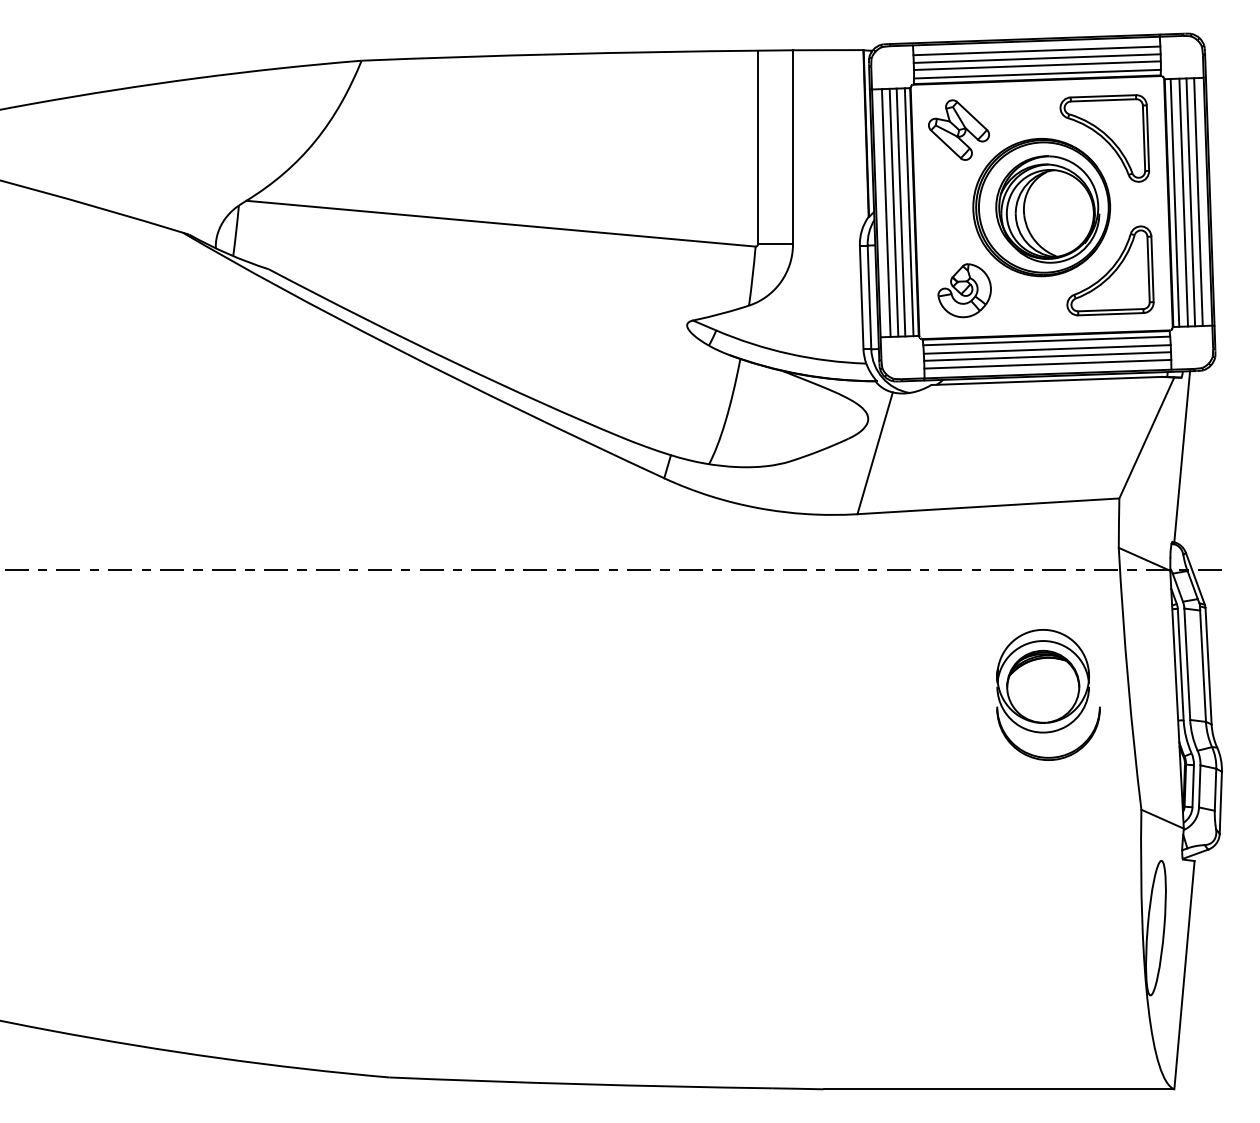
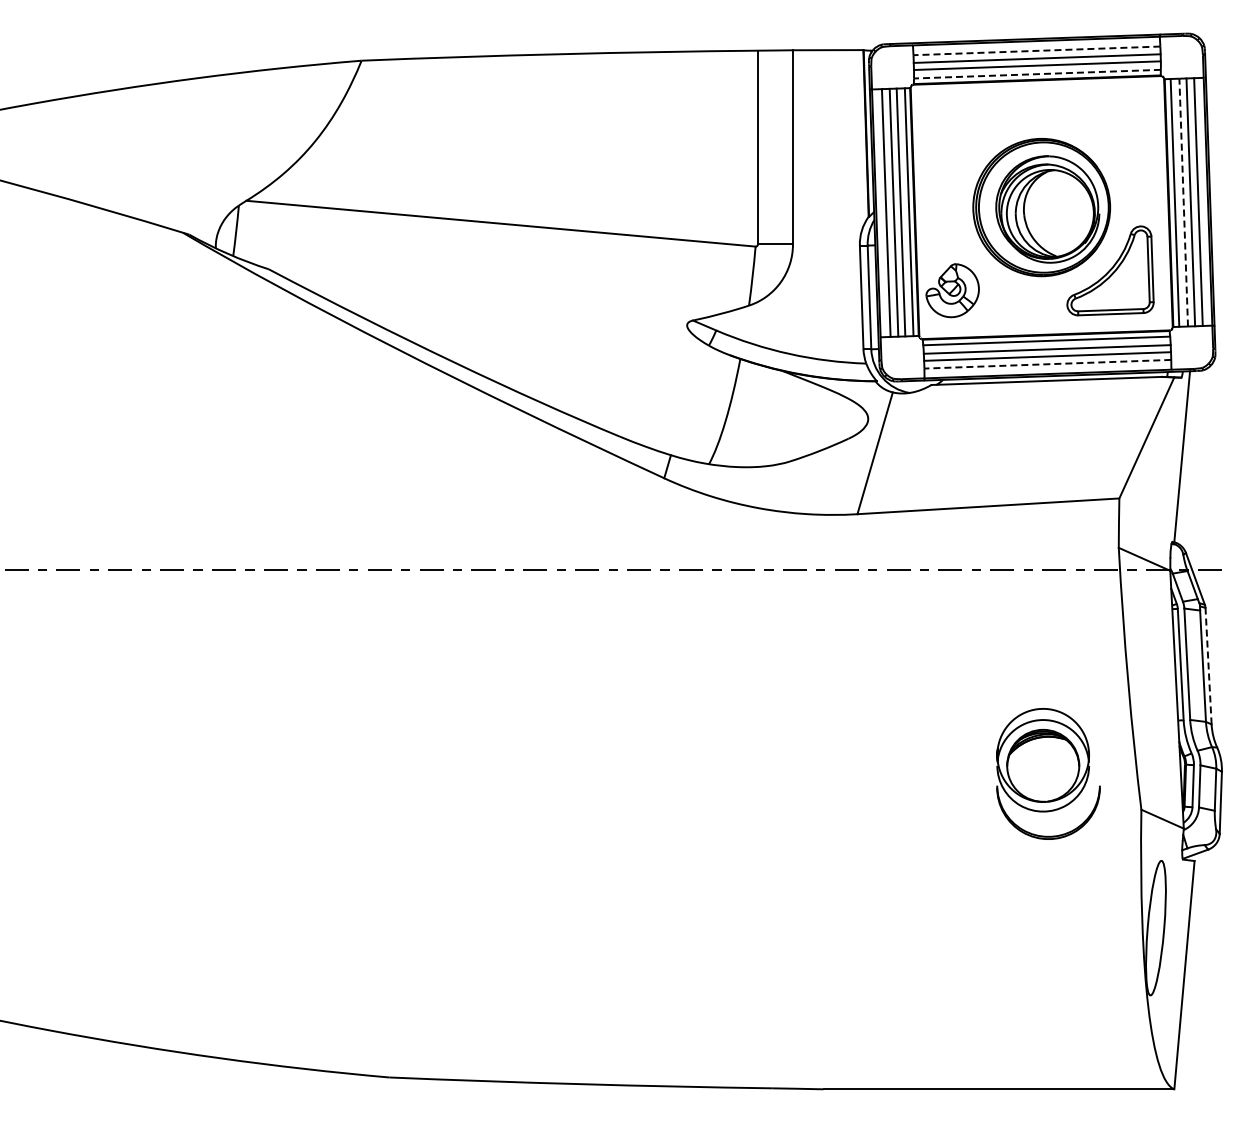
line at (1036, 50): solid -> dashed
line at (1037, 74): solid -> dashed
part at (958, 129): present -> none
part at (1104, 138): present -> none
line at (1183, 202): solid -> dashed
part at (964, 290) position: (964, 290) -> (952, 290)
line at (1047, 364): solid -> dashed
line at (1208, 665): solid -> dashed
part at (1048, 694) position: (1048, 694) -> (1048, 773)
